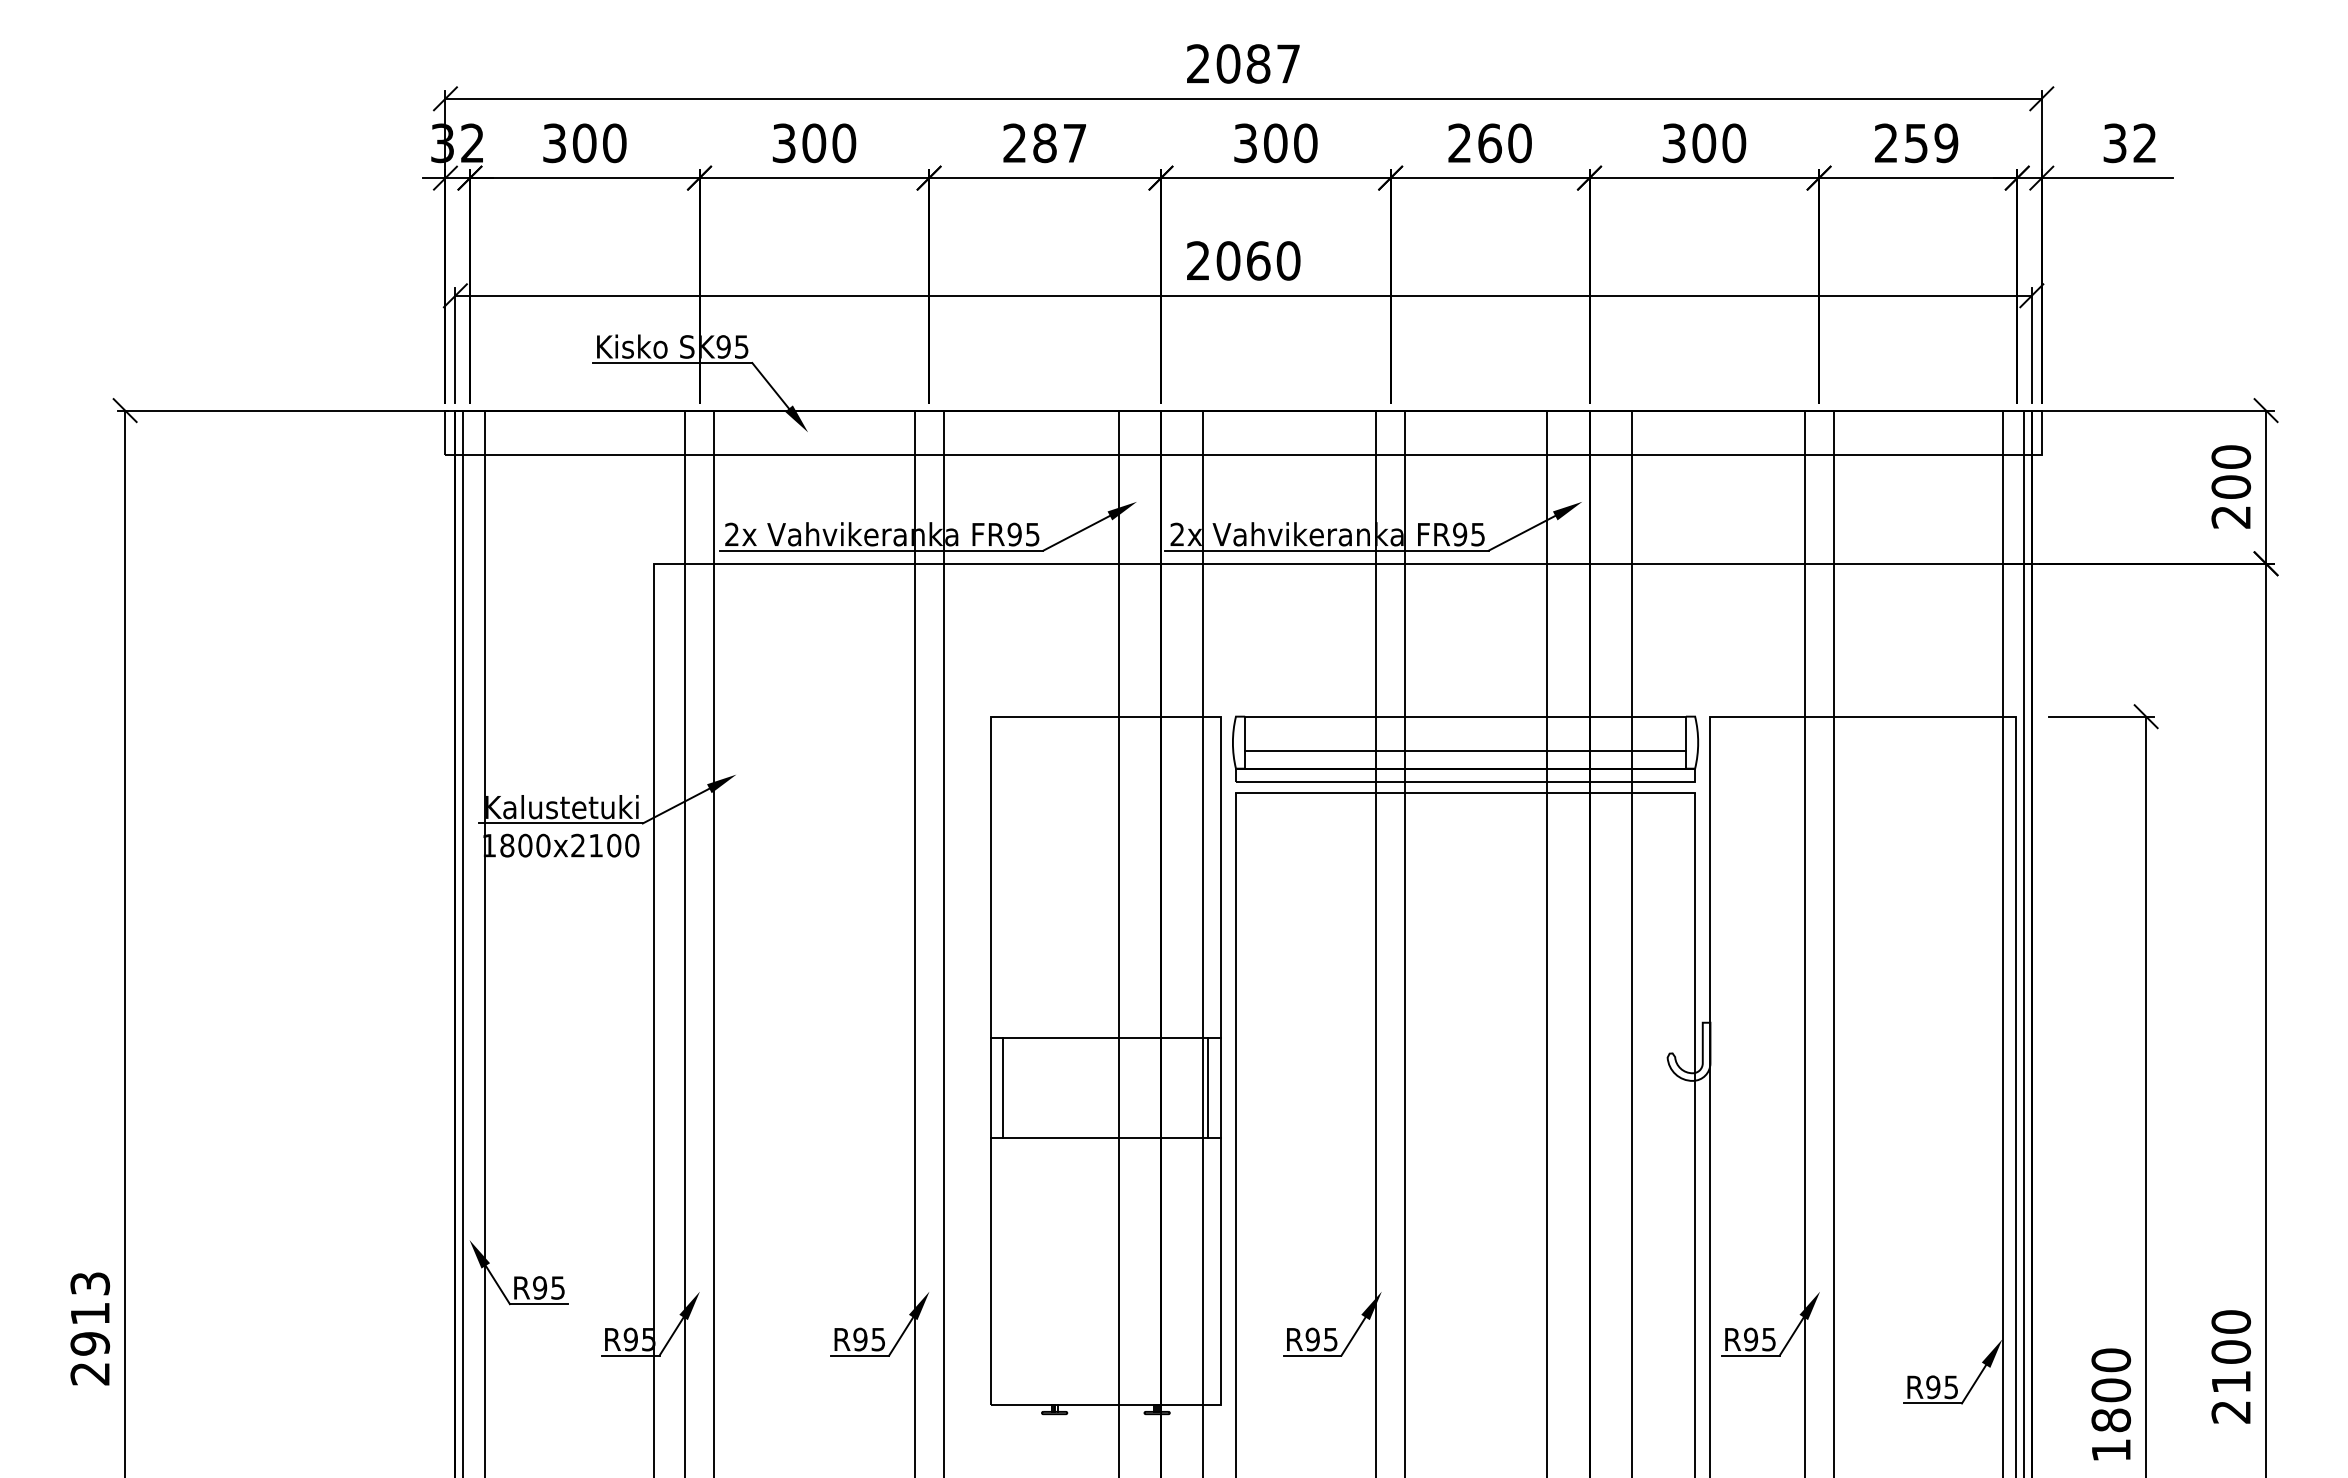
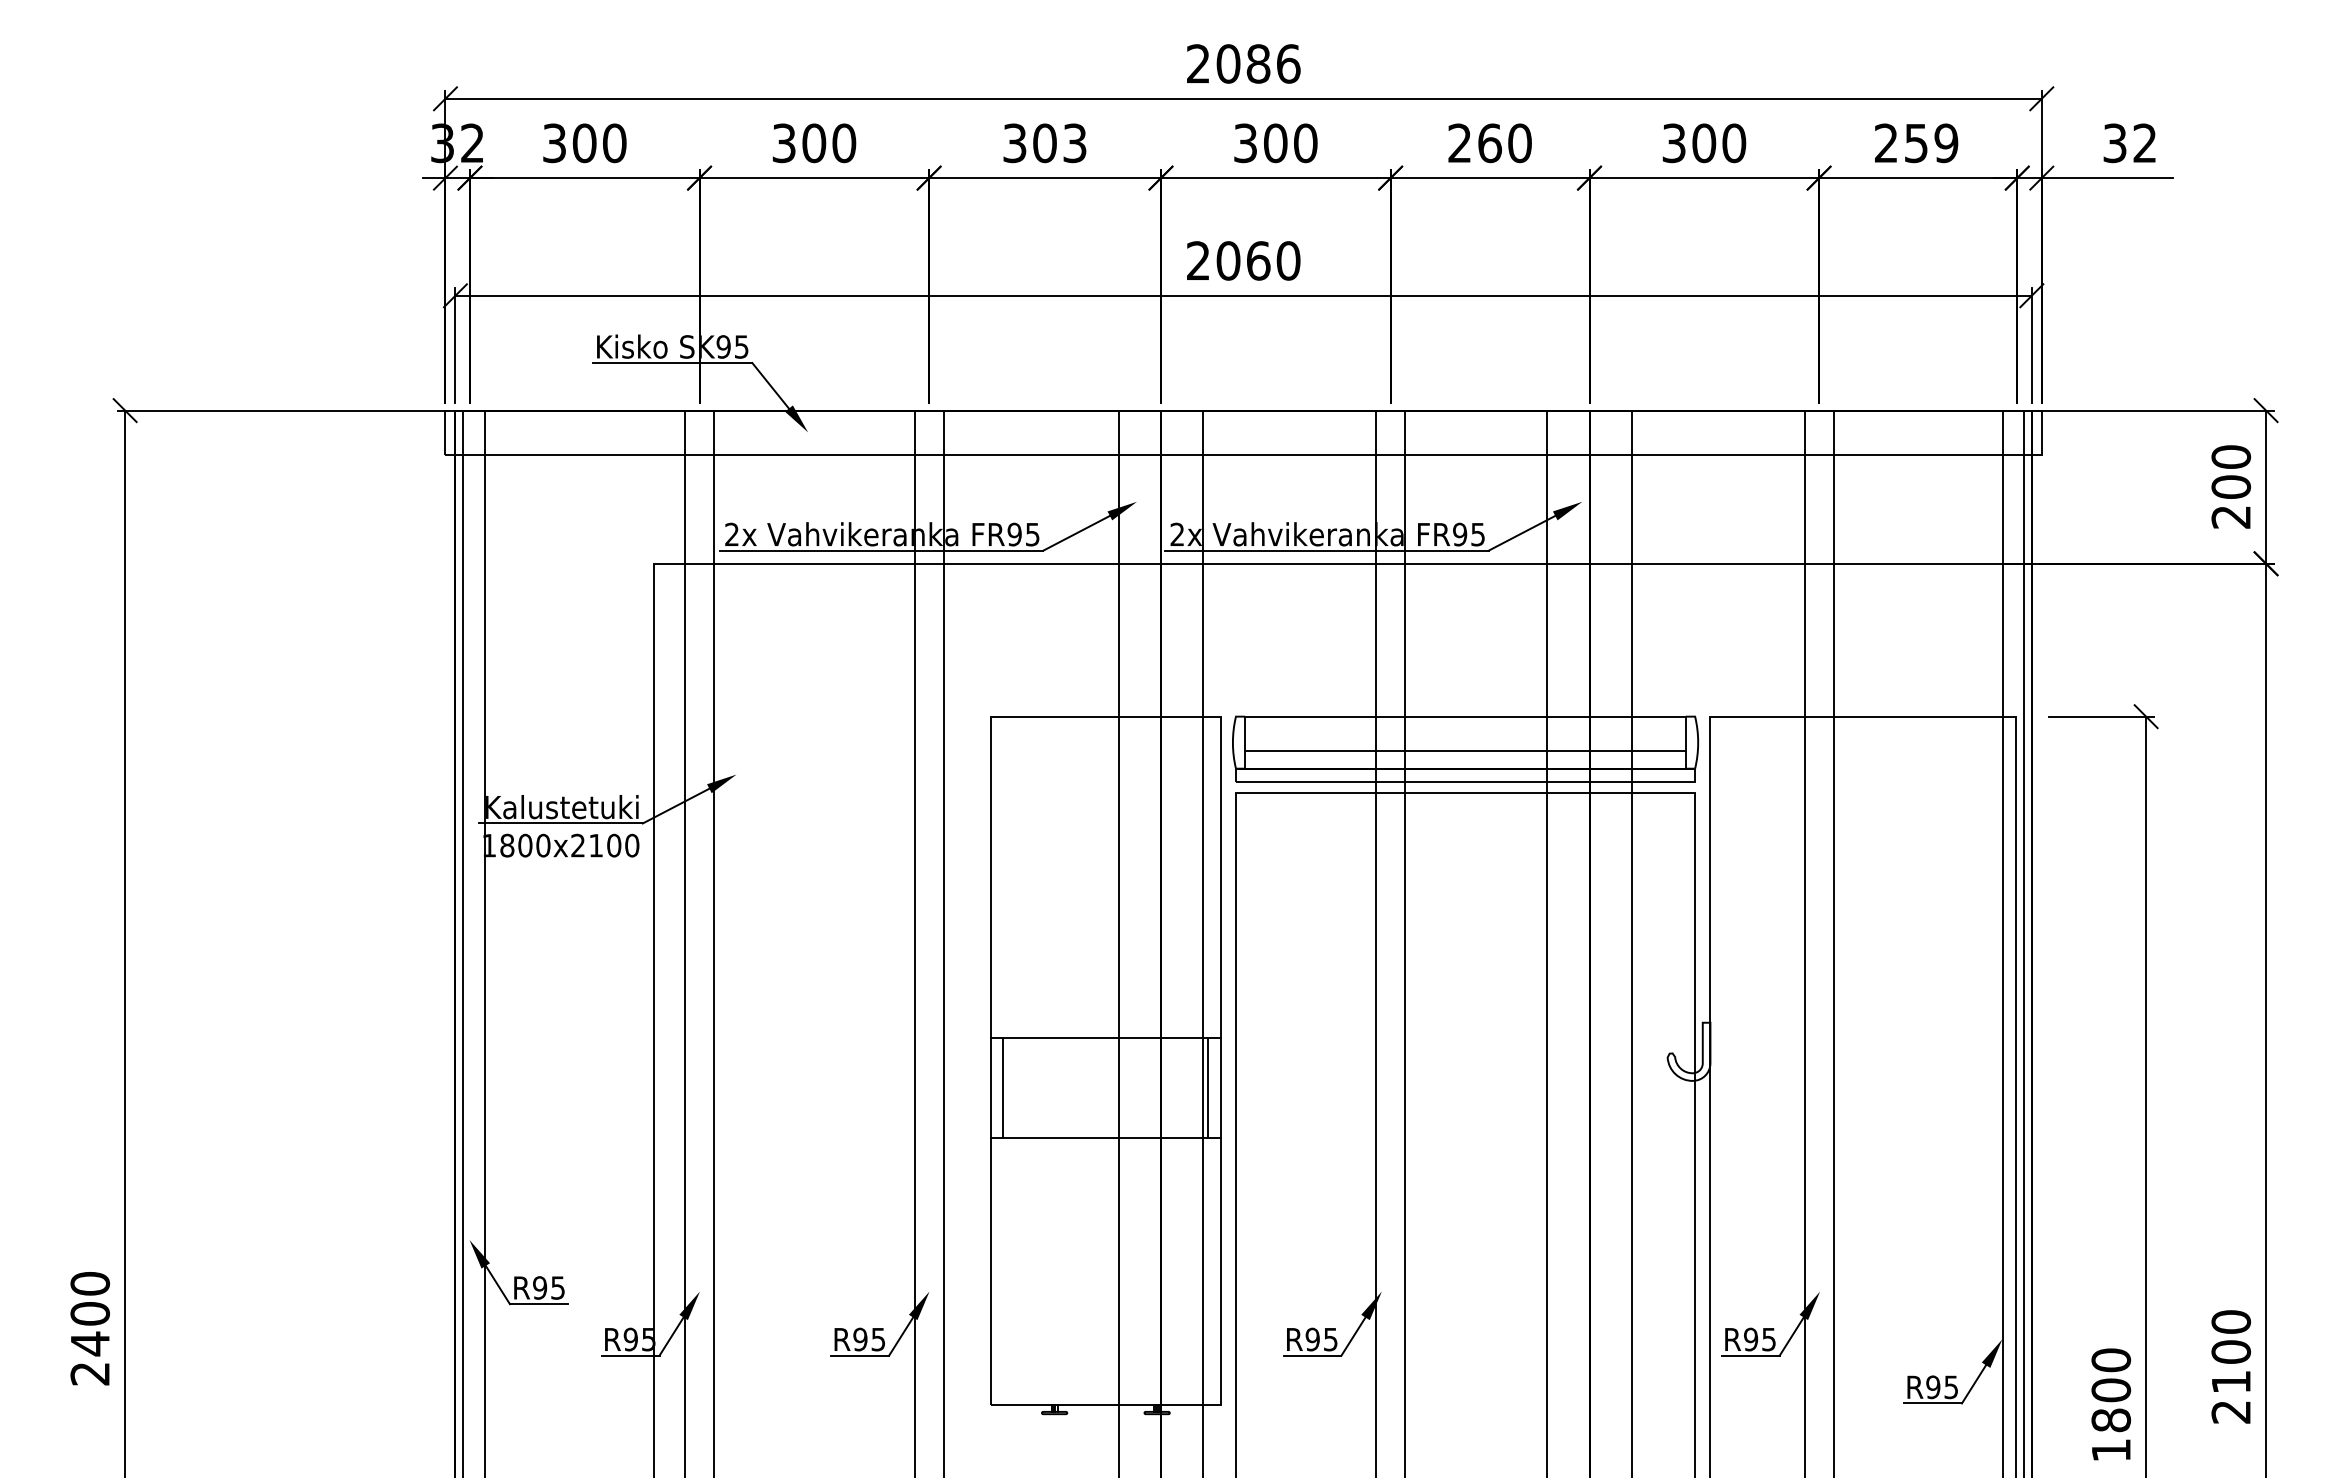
text at (1288, 63): 2087 -> 2086
text at (1044, 143): 287 -> 303
text at (90, 1314): 2913 -> 2400
